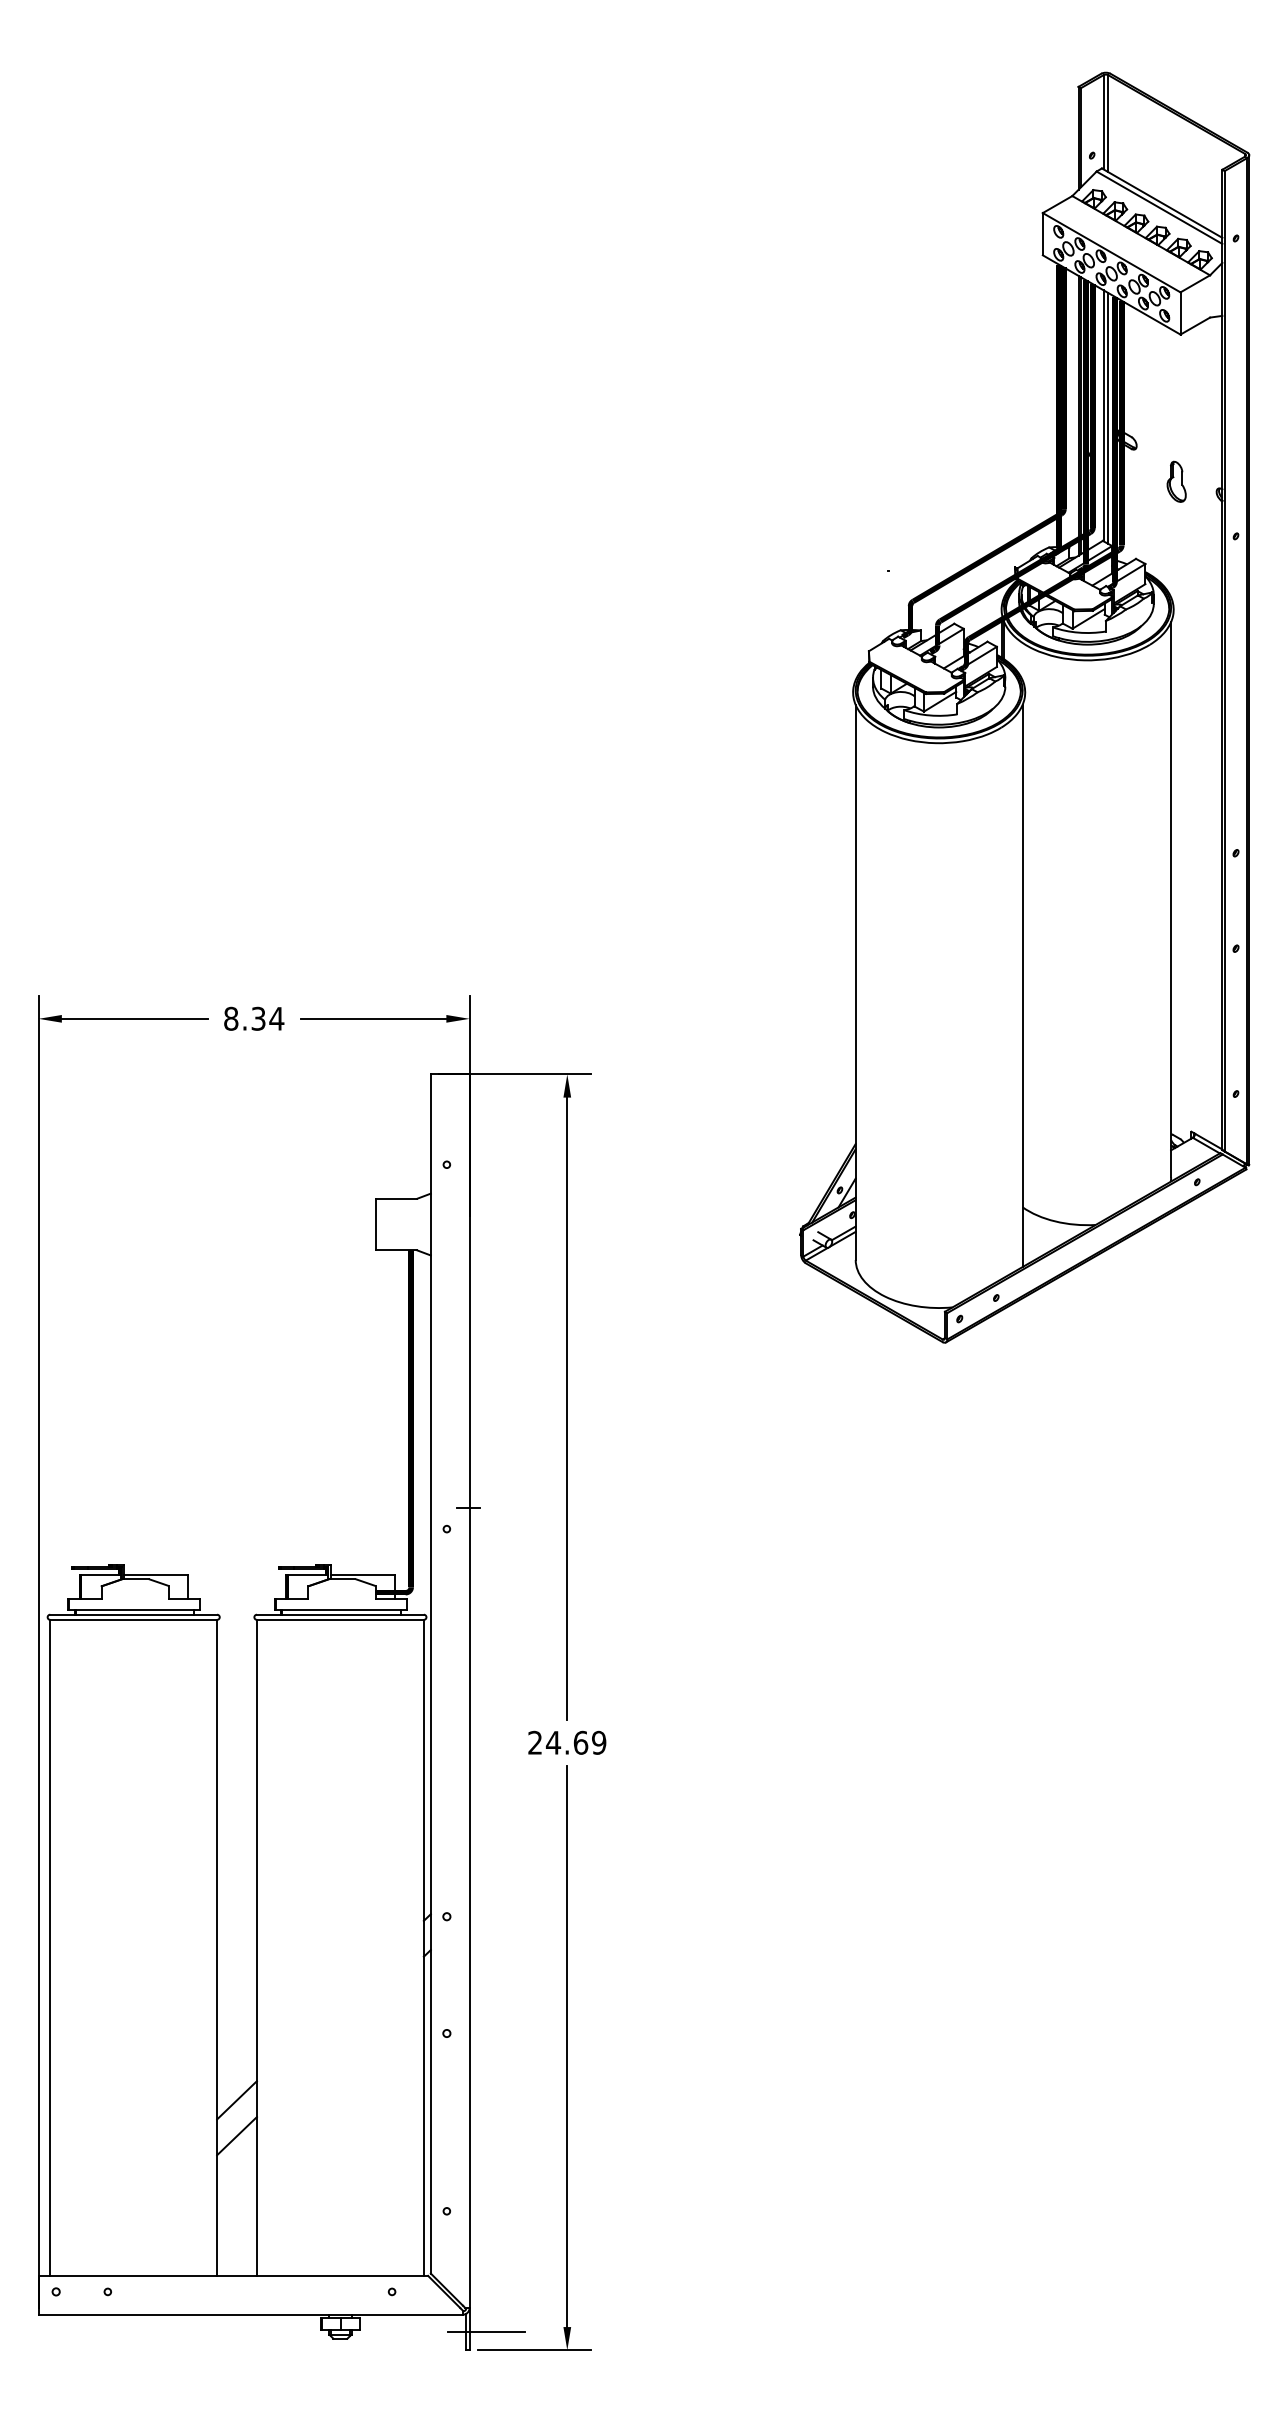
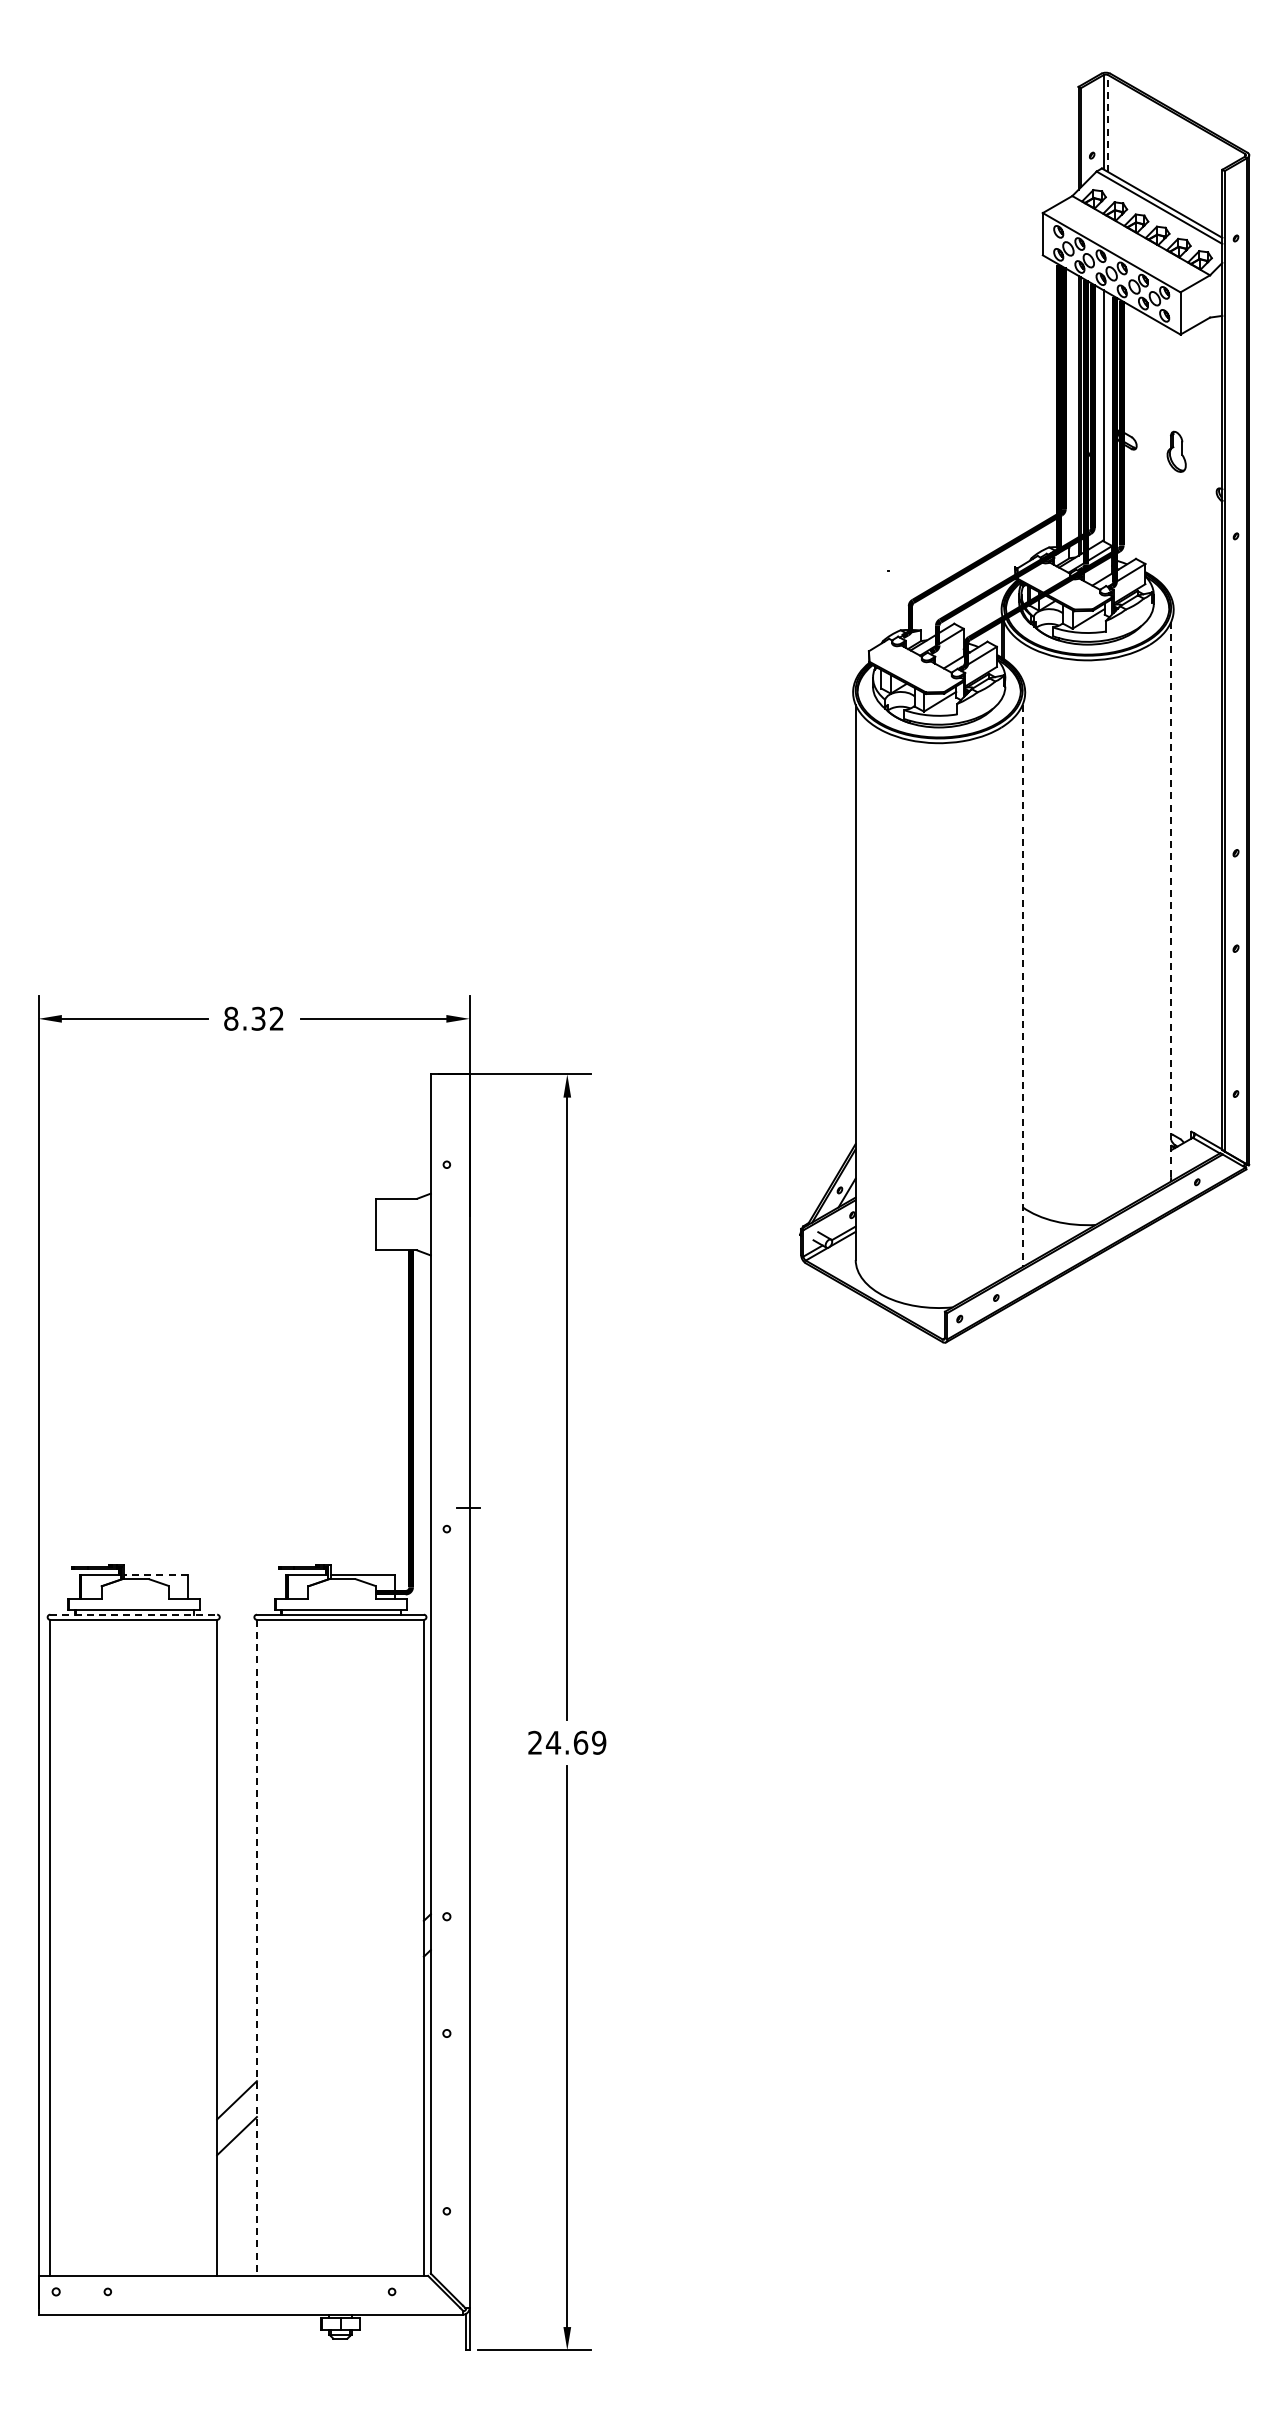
line at (1108, 123): solid -> dashed
line at (1108, 418): present -> none
part at (1176, 481) position: (1176, 481) -> (1176, 451)
line at (1171, 899): solid -> dashed
line at (1022, 986): solid -> dashed
text at (276, 1018): 8.34 -> 8.32
line at (155, 1574): solid -> dashed
line at (134, 1614): solid -> dashed
line at (256, 1948): solid -> dashed
line at (486, 2332): present -> none
